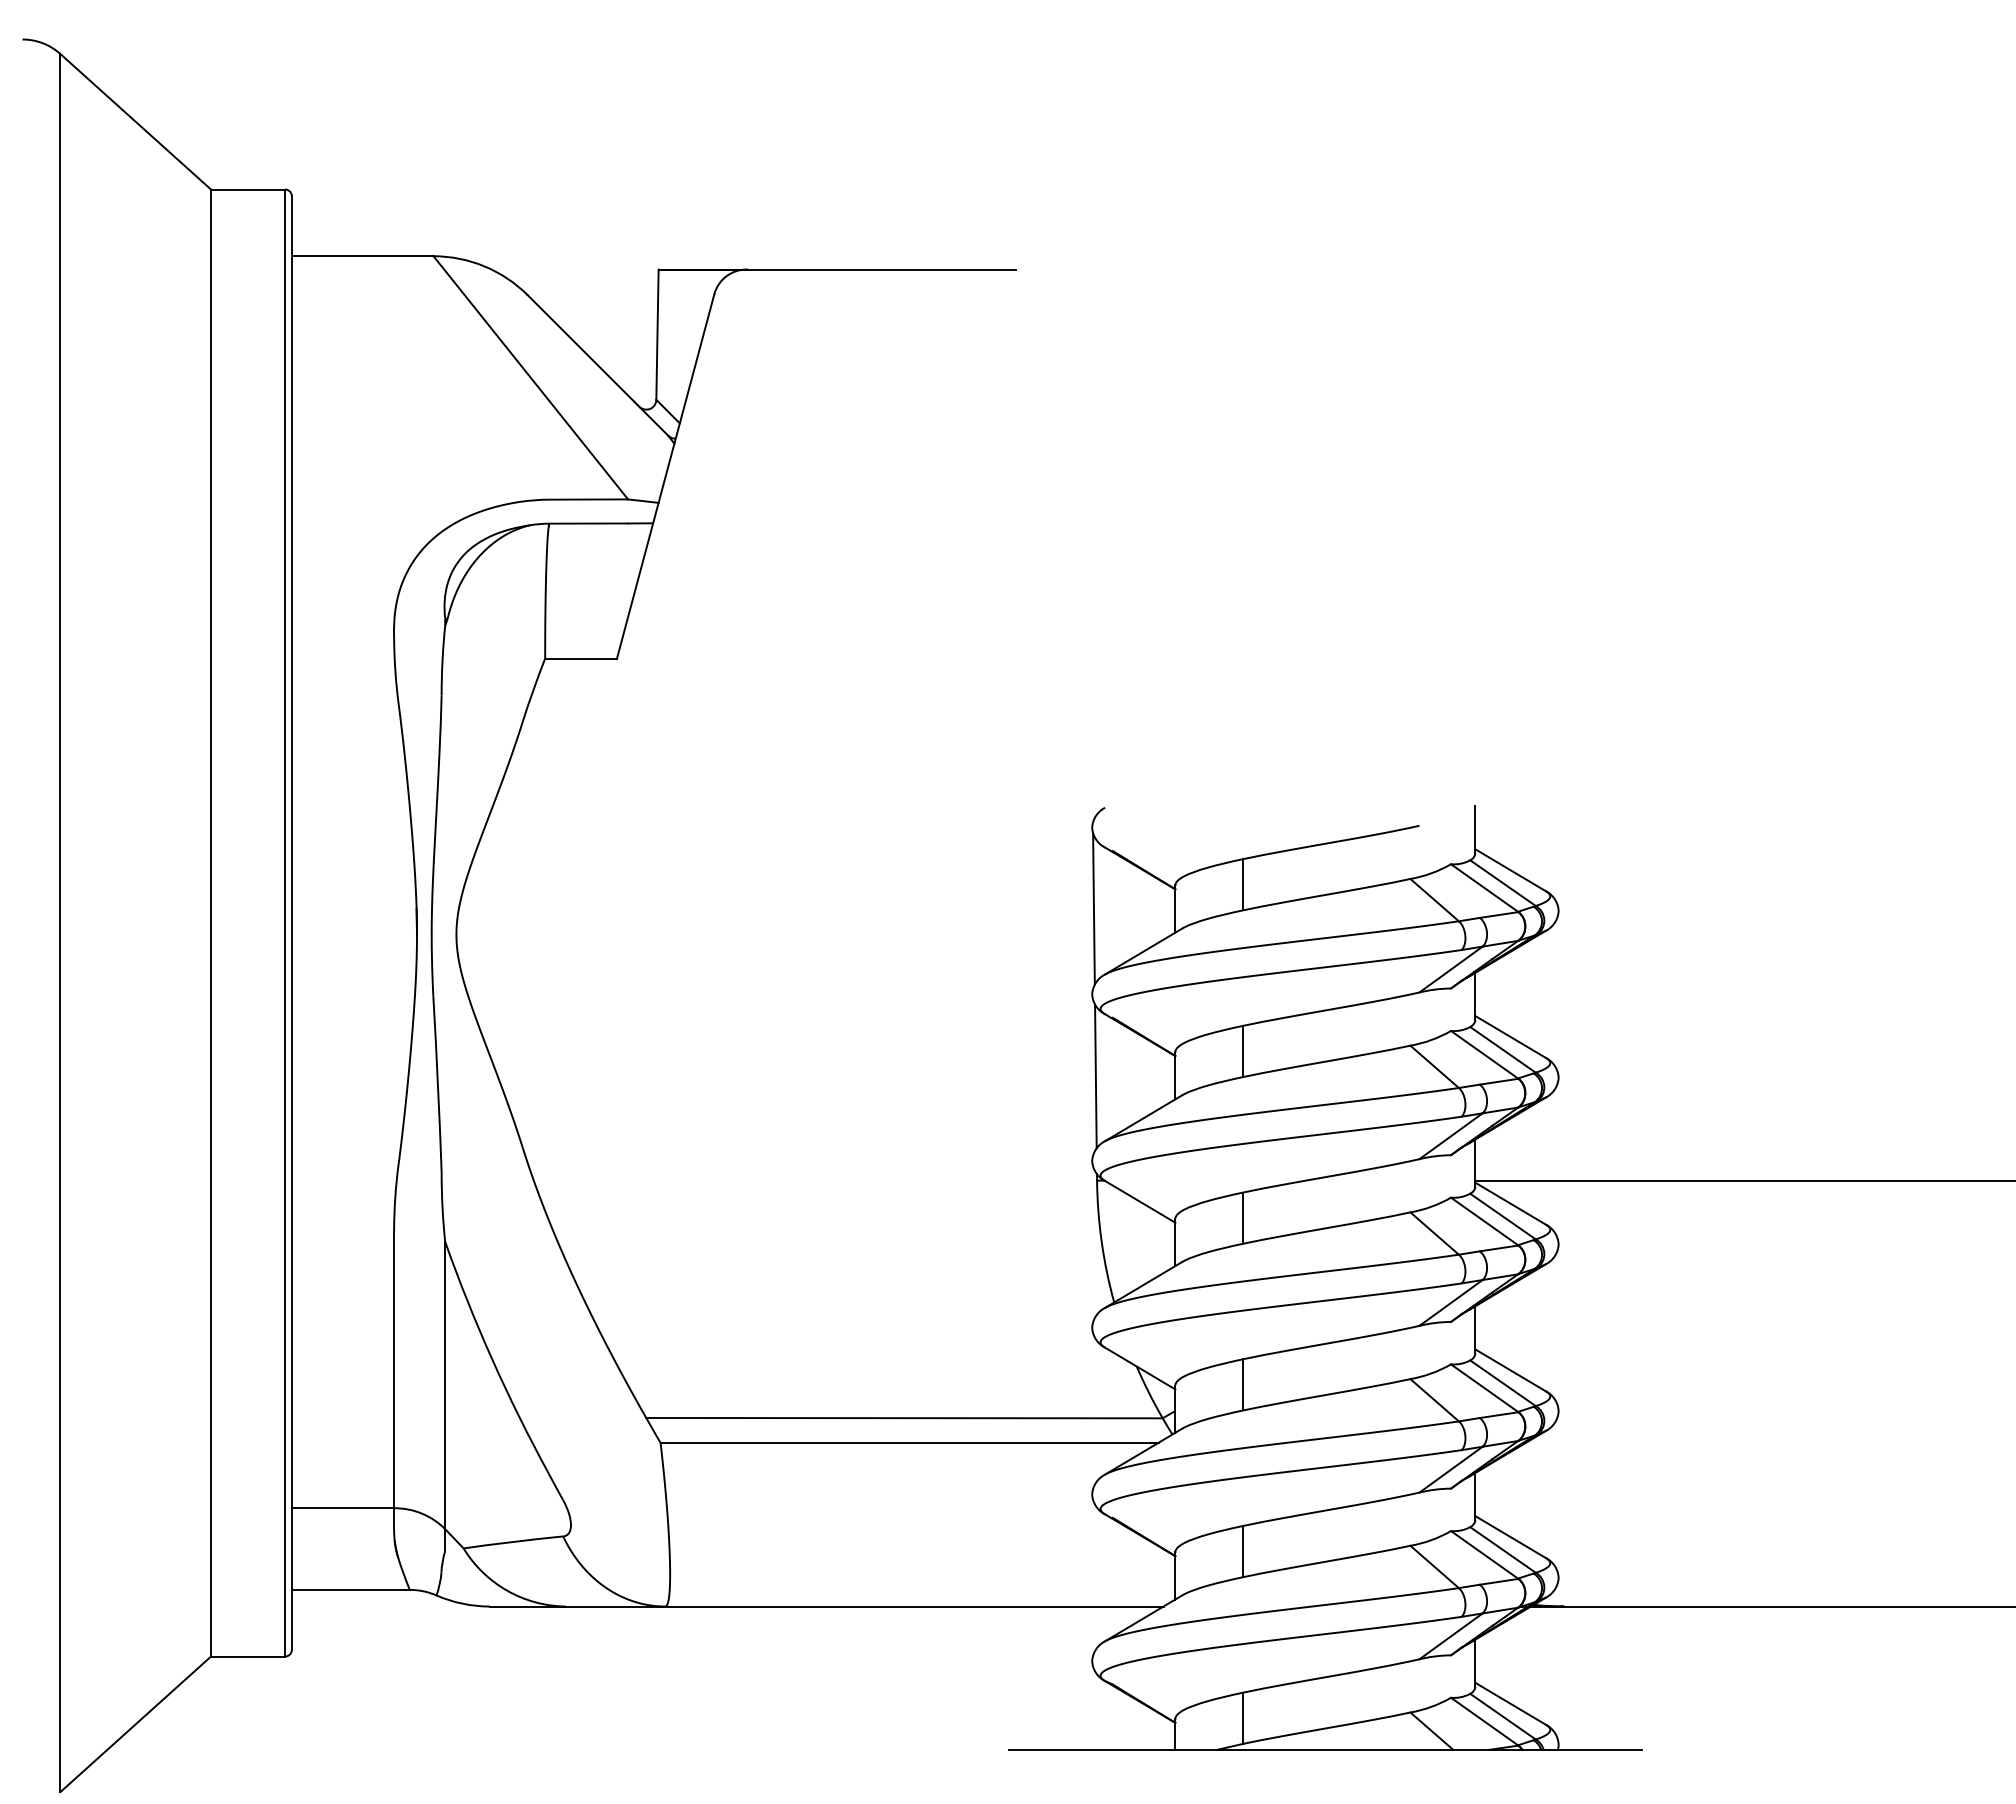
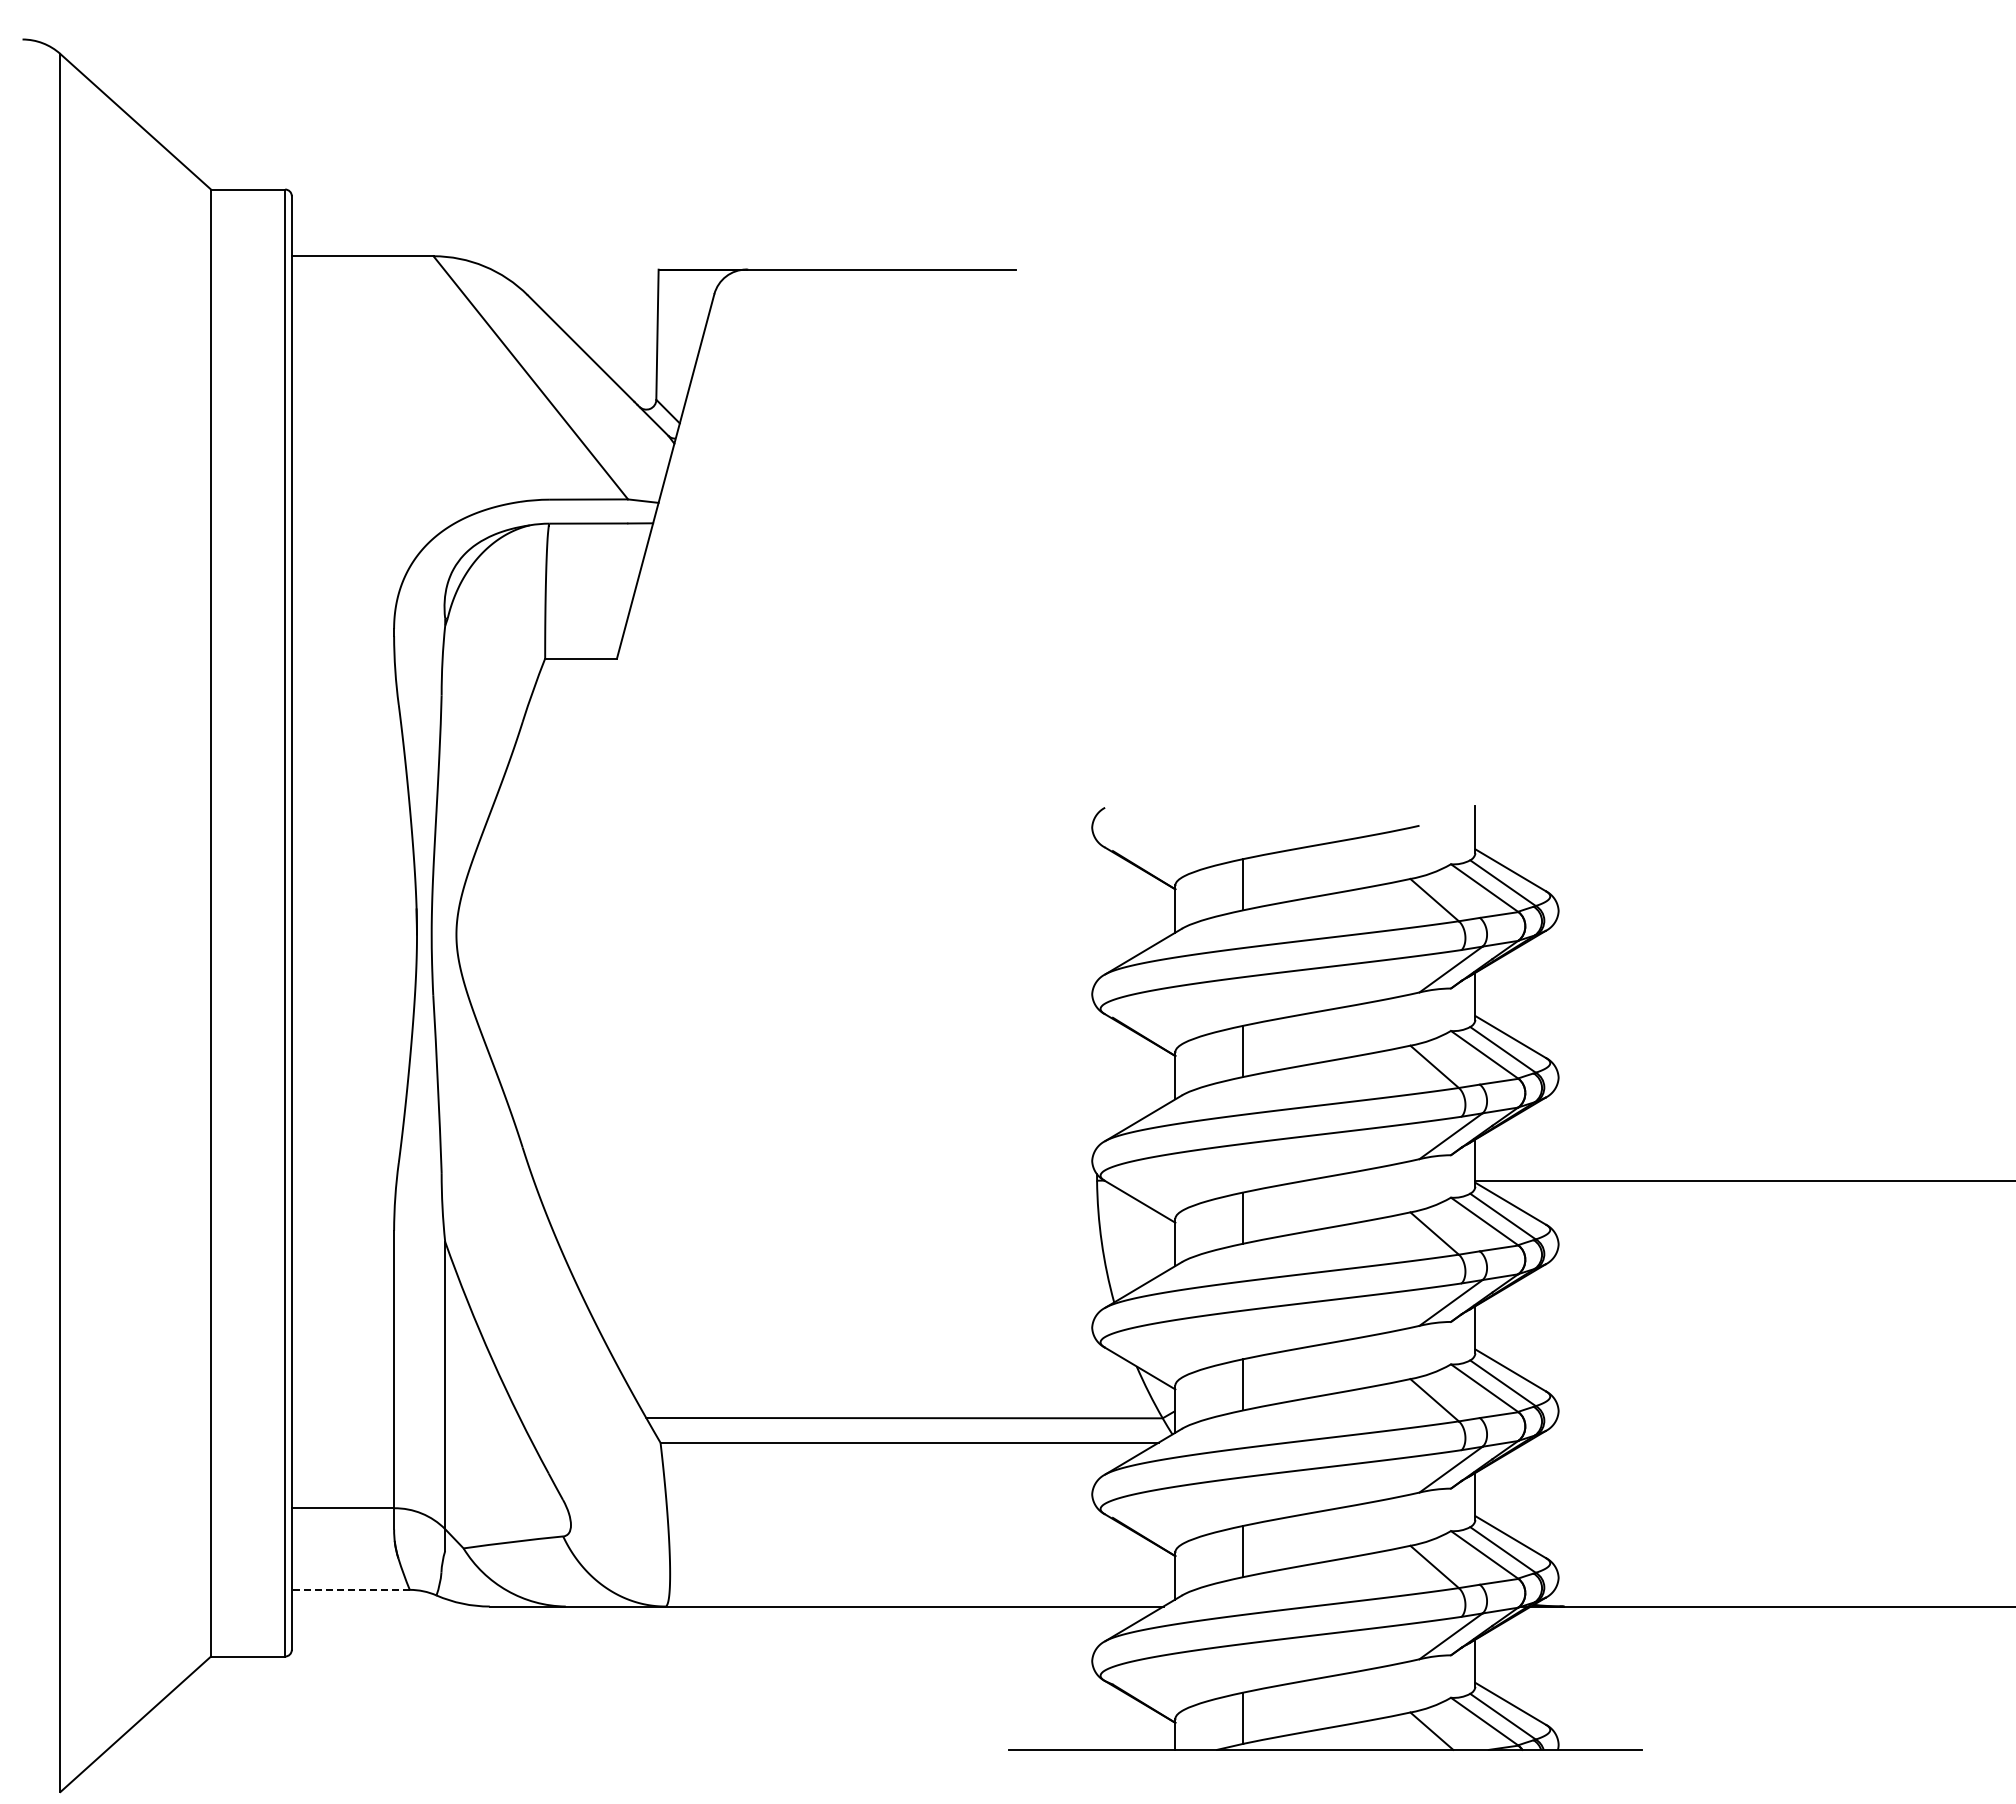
line at (1093, 908): present -> none
line at (1095, 1076): present -> none
line at (350, 1589): solid -> dashed
